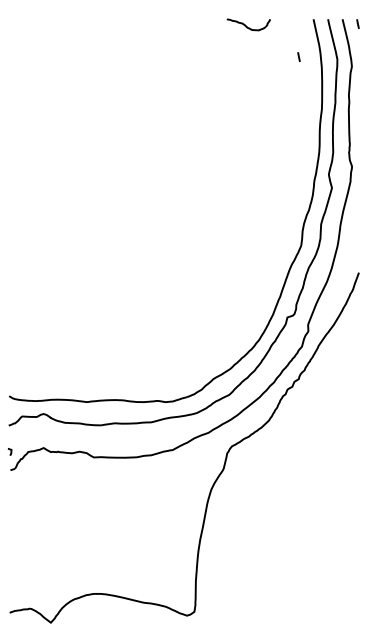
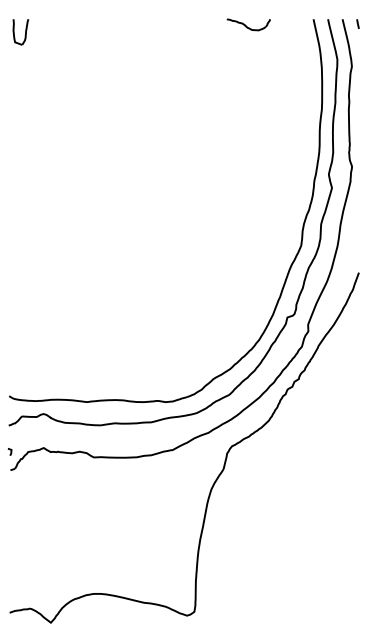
part at (20, 32): none -> present
line at (298, 56): present -> none
